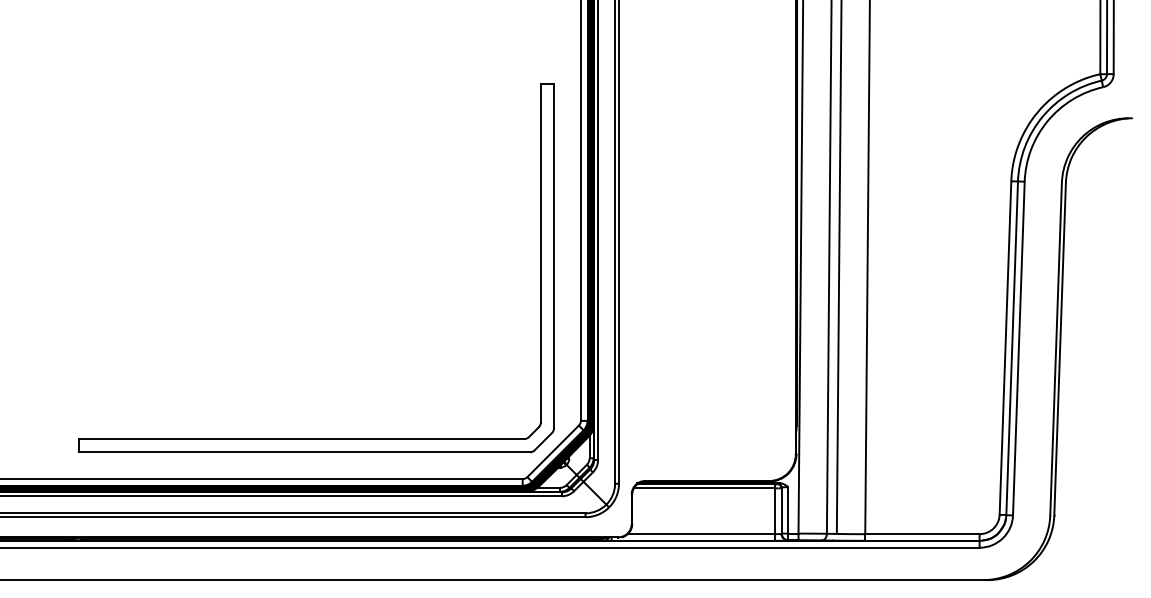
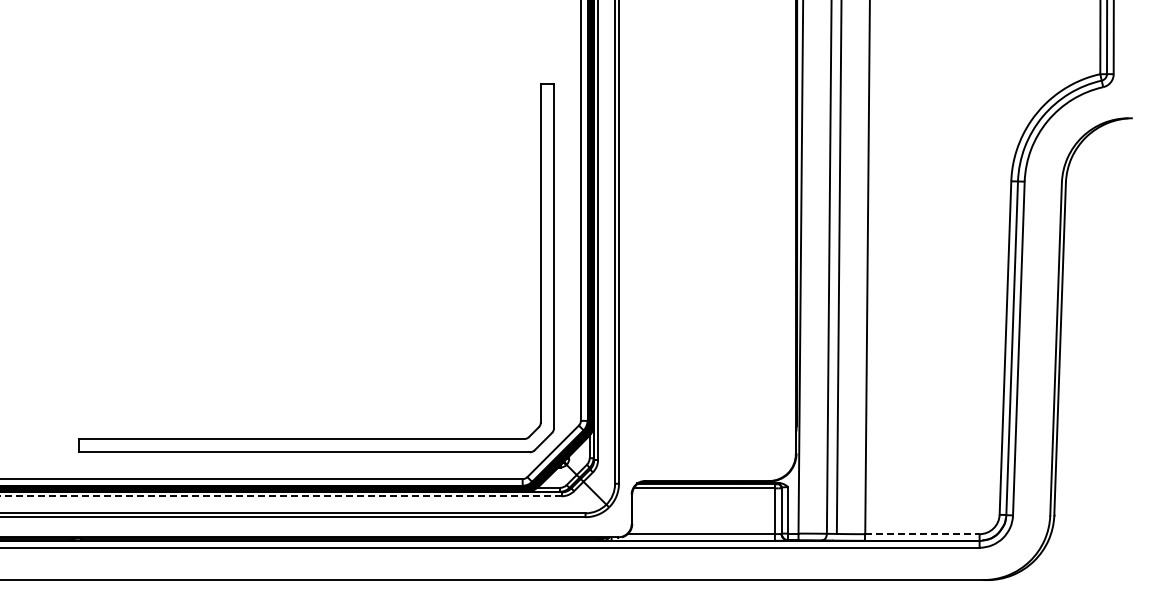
line at (280, 496): solid -> dashed
line at (922, 534): solid -> dashed
